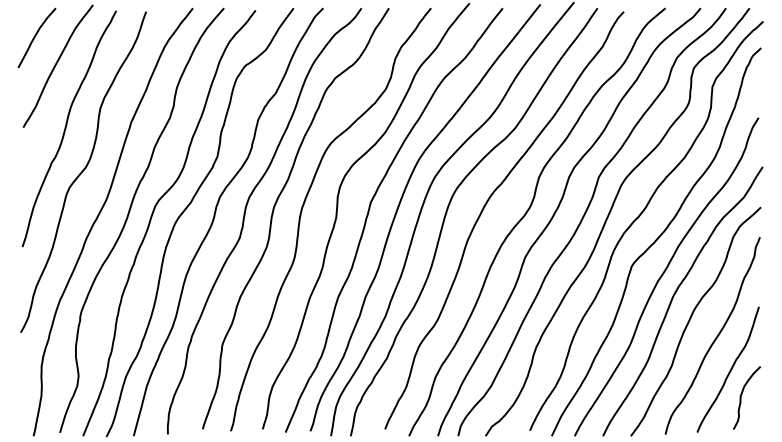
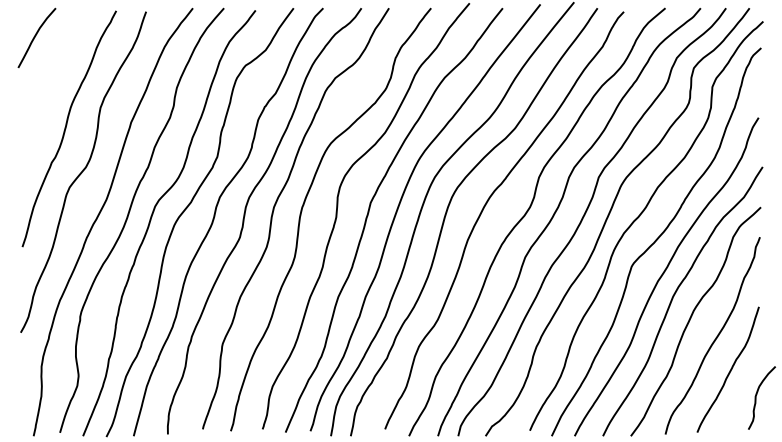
curve at (56, 65): present -> none
curve at (742, 394) position: (742, 394) -> (757, 394)
